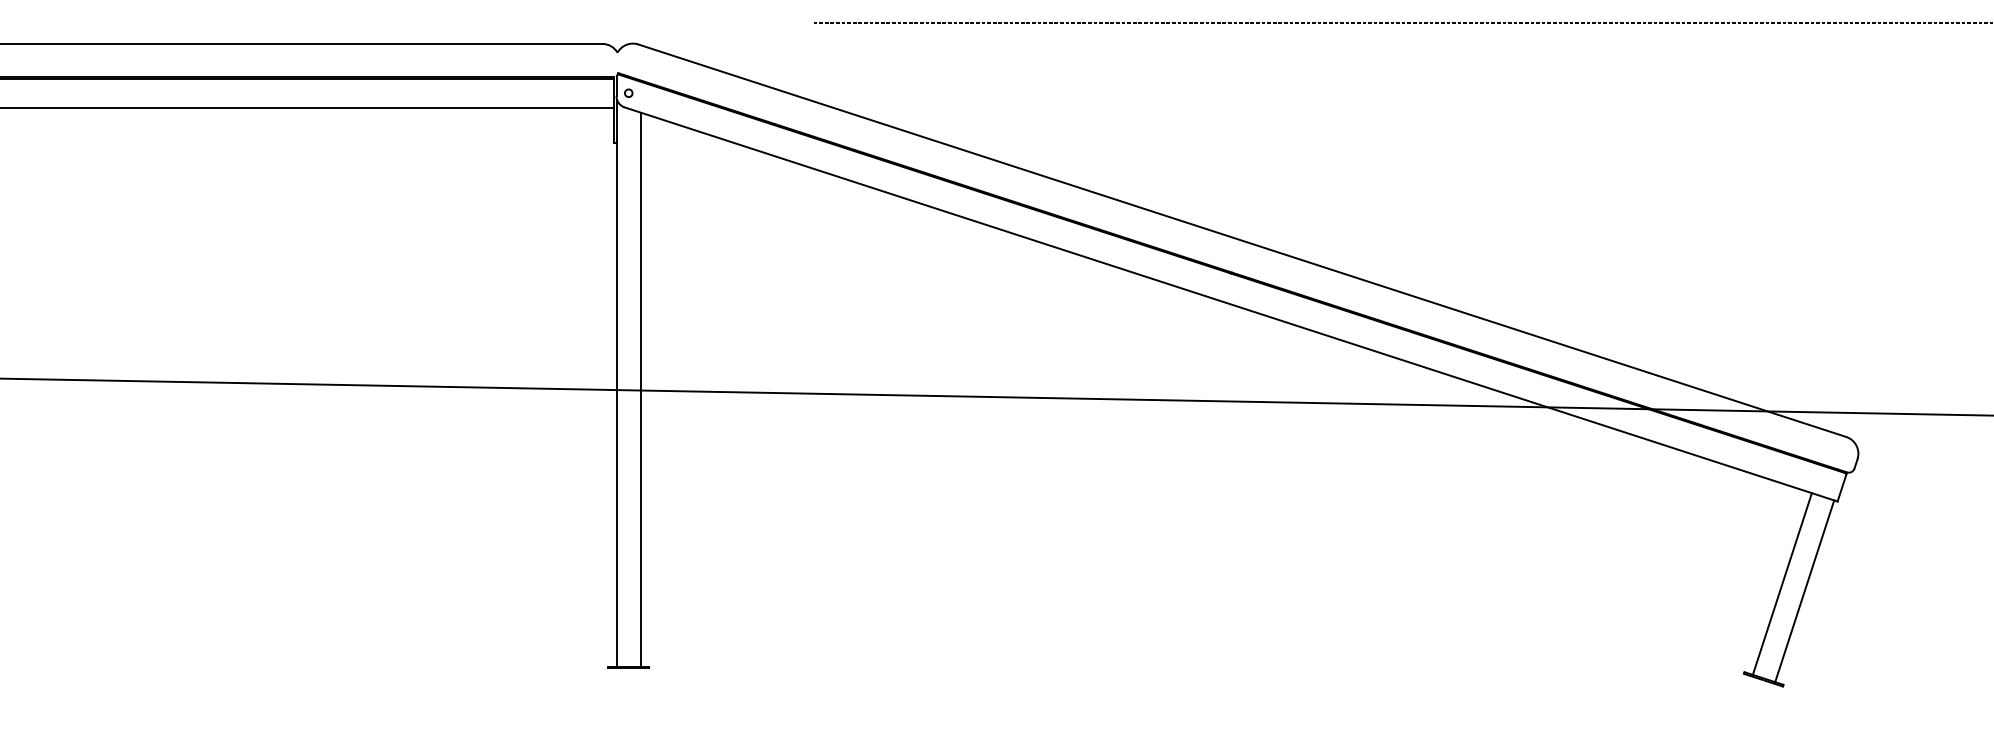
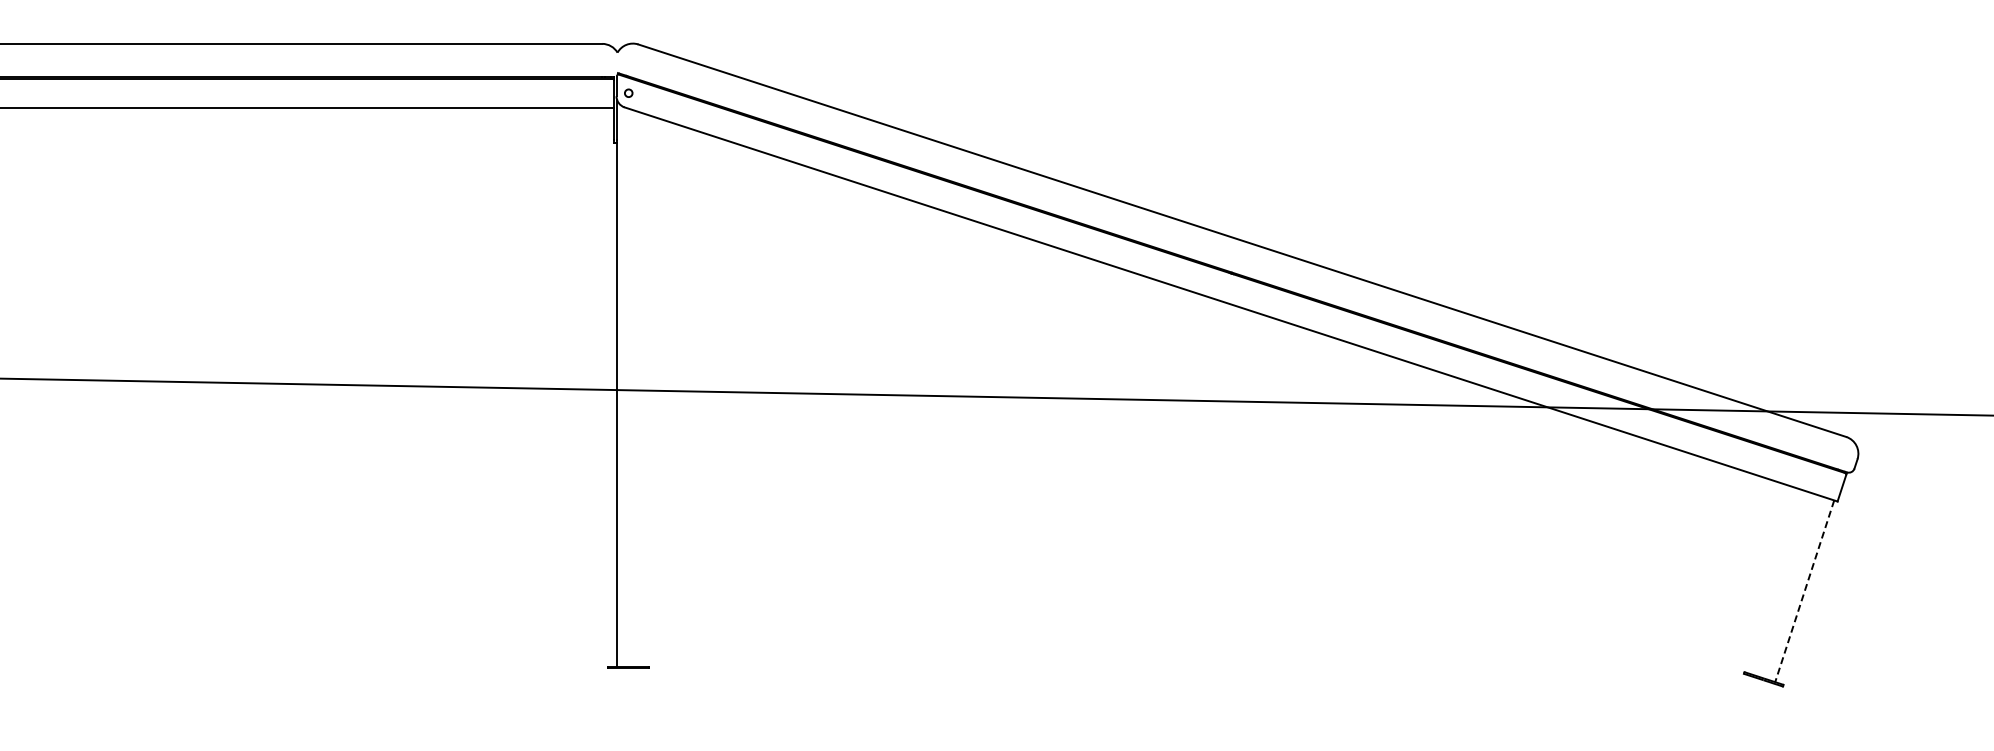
line at (1401, 22): present -> none
line at (640, 389): present -> none
line at (1781, 583): present -> none
line at (1804, 591): solid -> dashed
